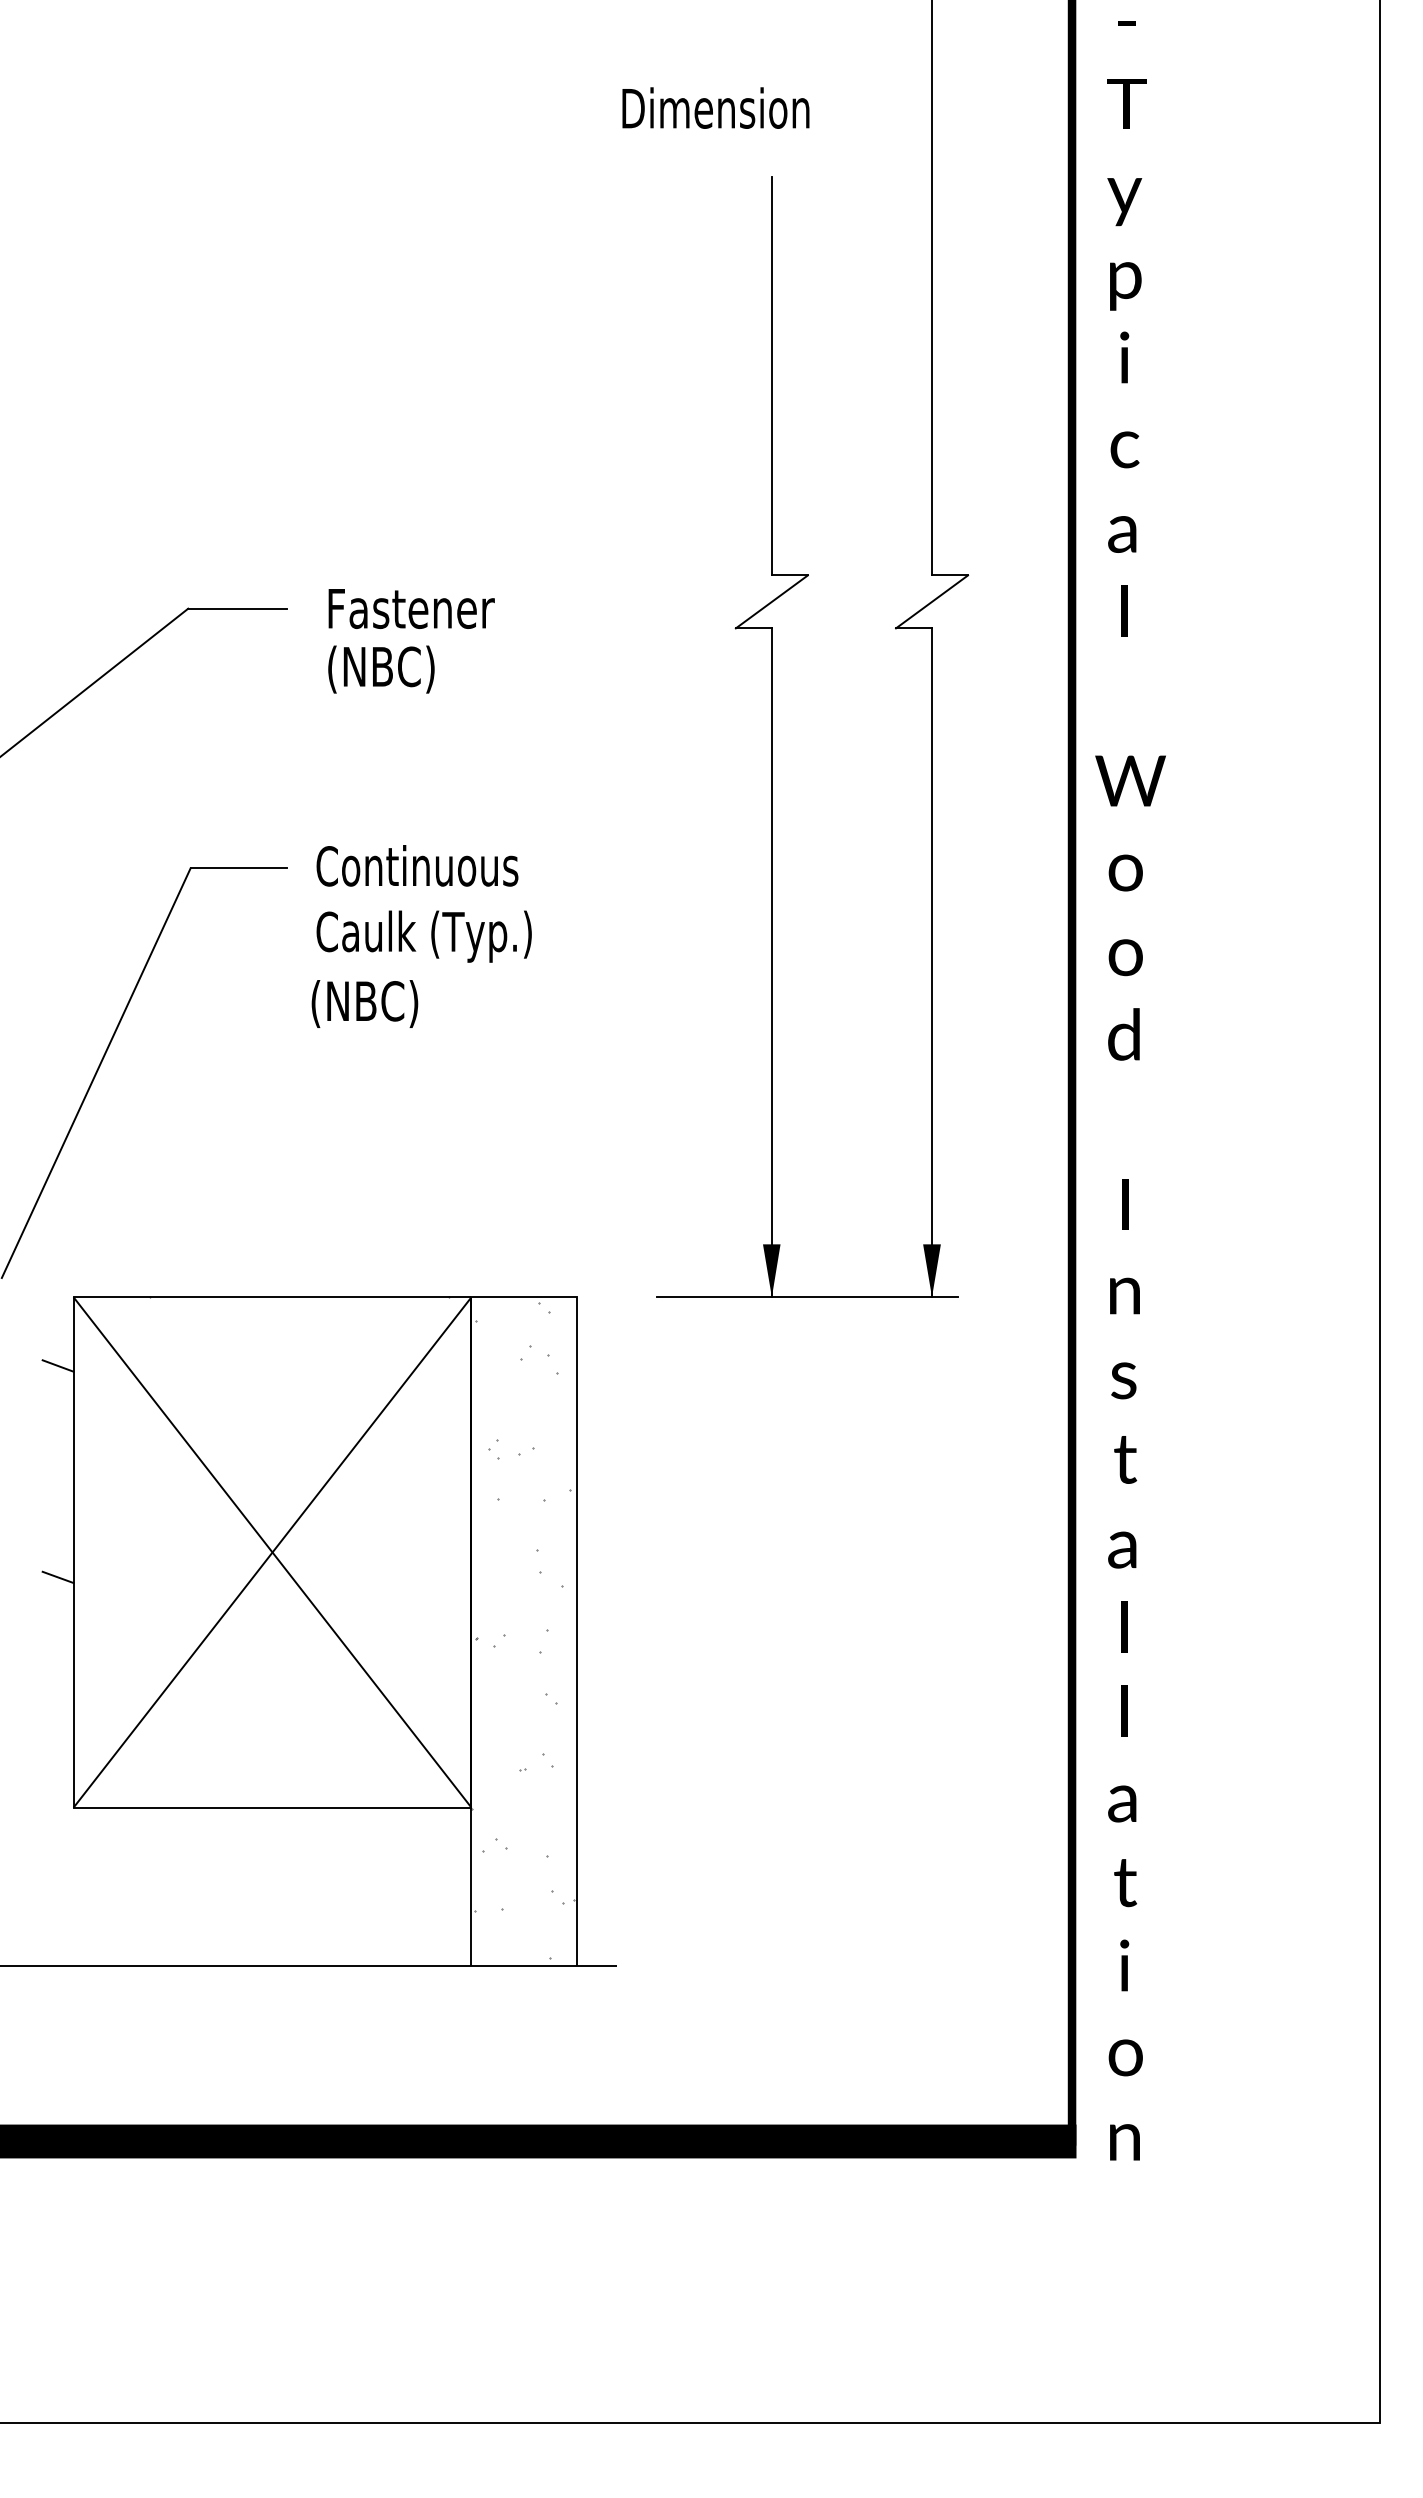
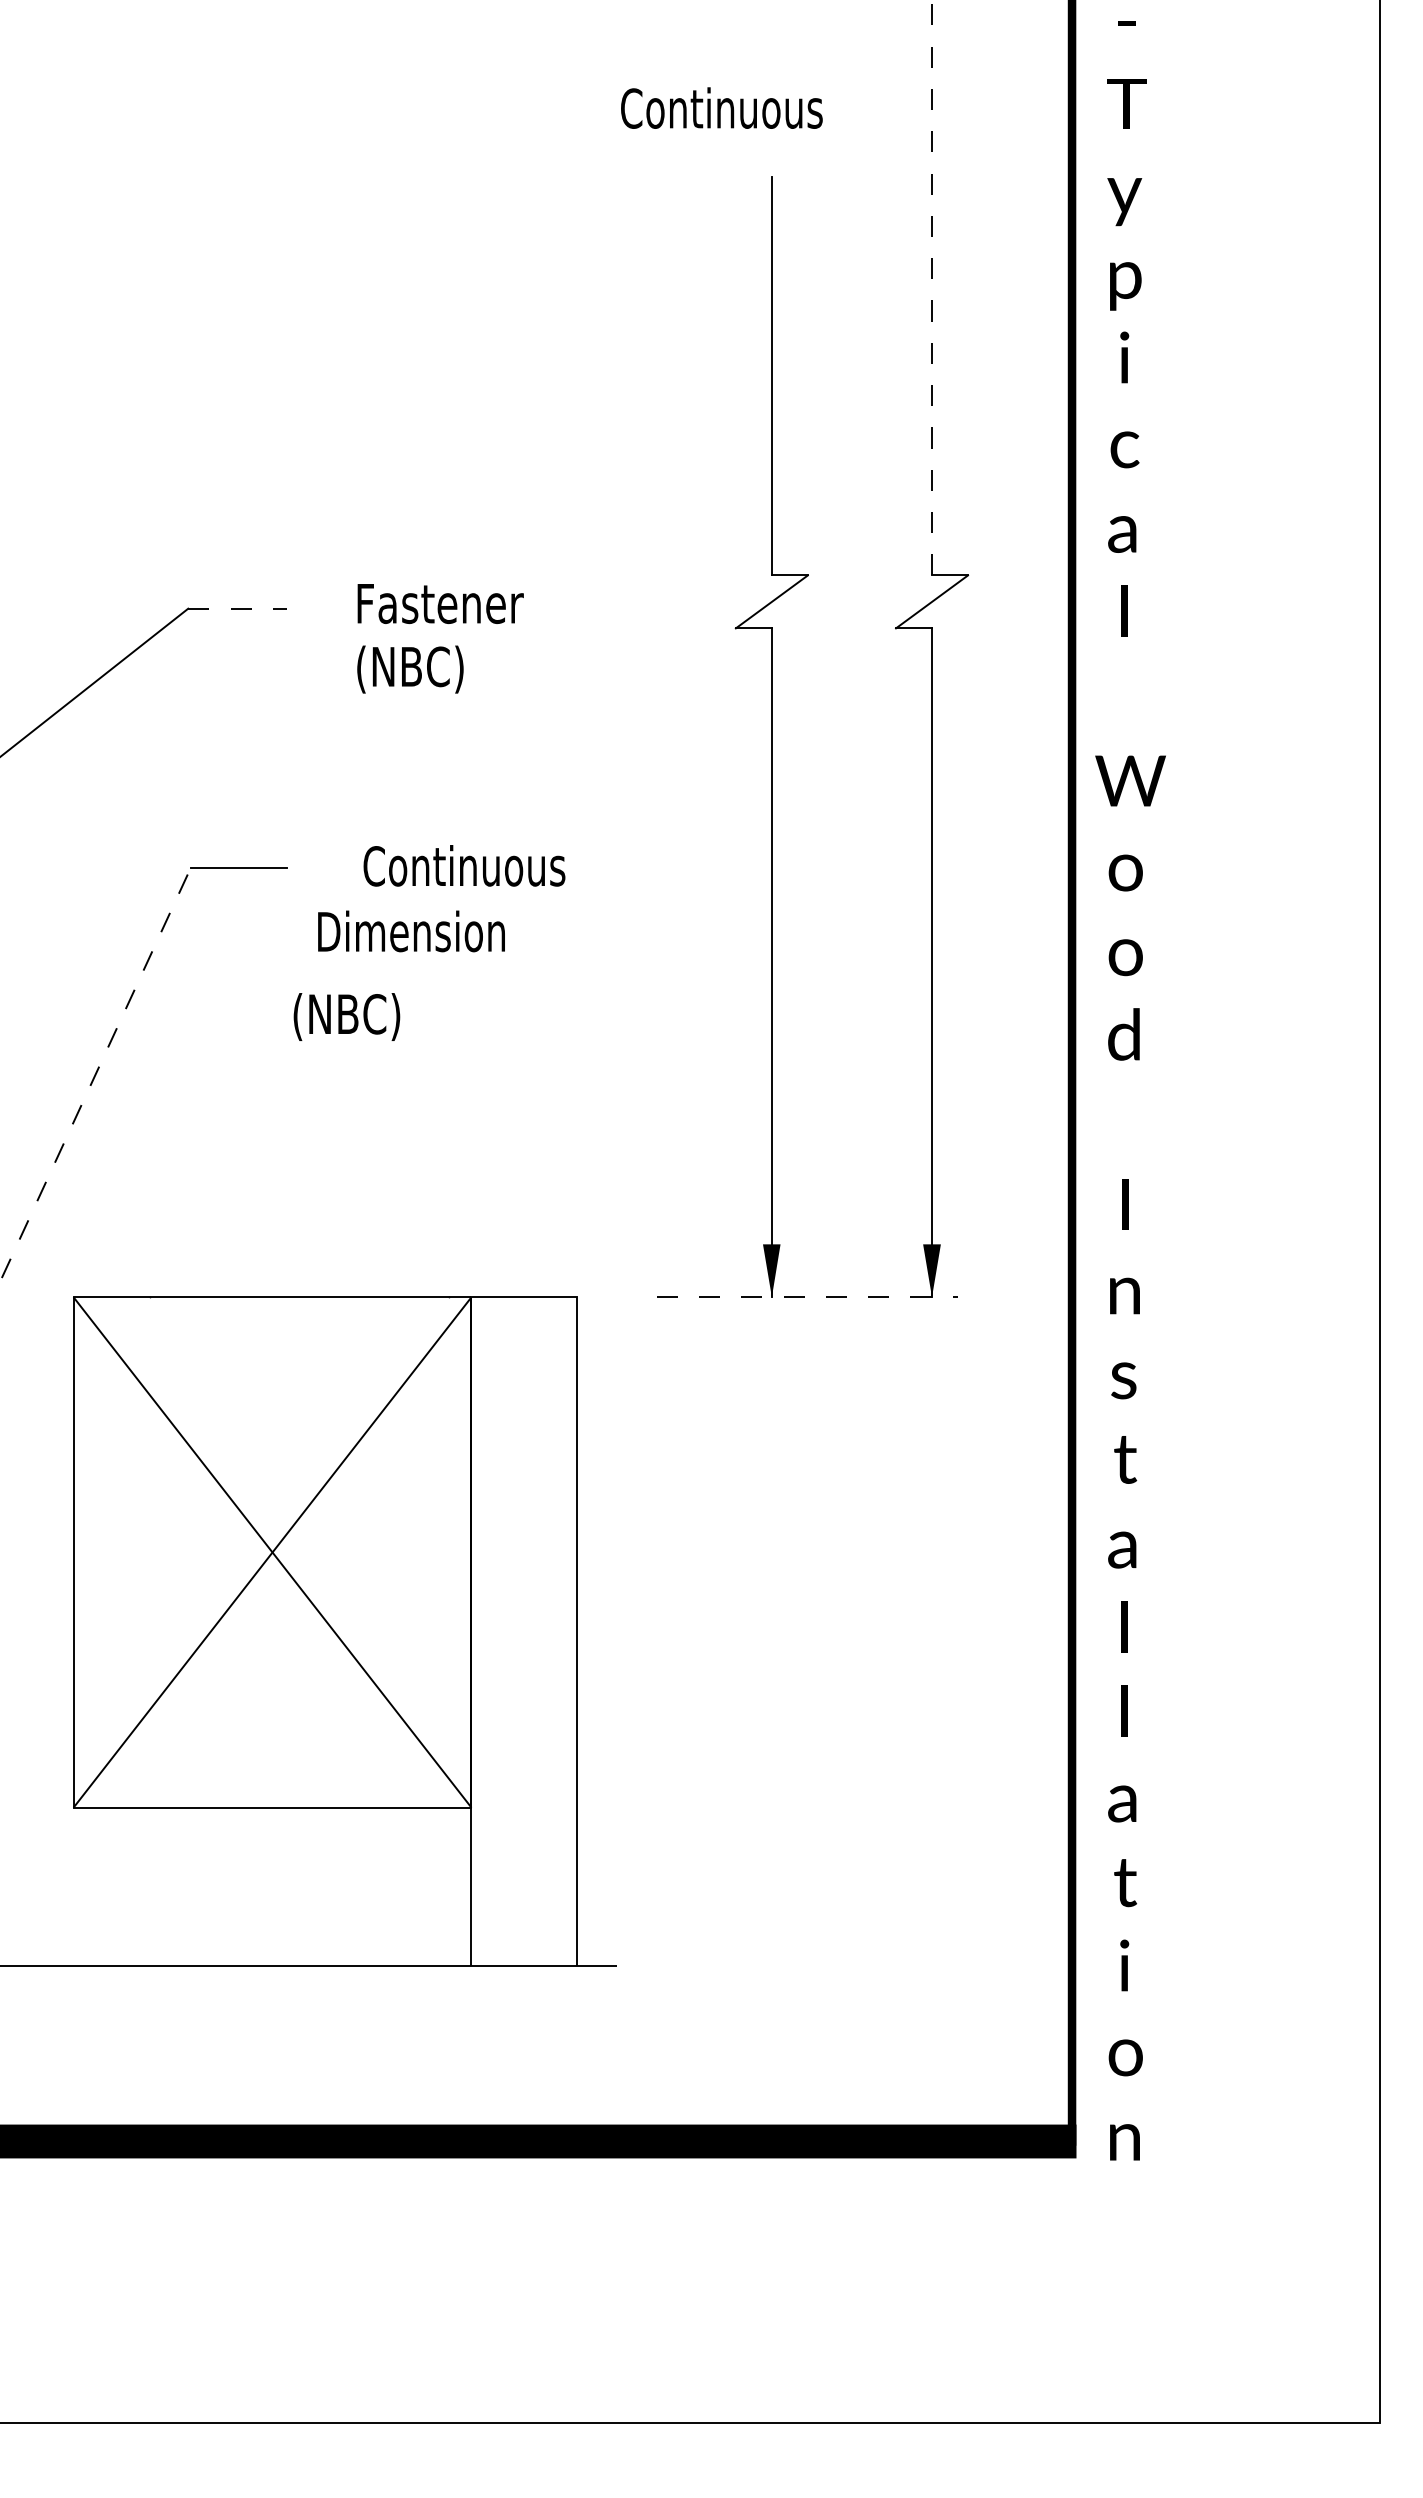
text at (721, 107): Dimension -> Continuous
line at (932, 287): solid -> dashed
line at (238, 608): solid -> dashed
text at (411, 608) position: (411, 608) -> (440, 603)
text at (381, 669) position: (381, 669) -> (410, 669)
text at (417, 865) position: (417, 865) -> (464, 865)
text at (423, 936): Caulk (Typ.) -> Dimension
text at (364, 1003) position: (364, 1003) -> (346, 1016)
line at (96, 1072): solid -> dashed
line at (807, 1297): solid -> dashed
line at (57, 1365): present -> none
line at (57, 1577): present -> none
hatch at (522, 1629): present -> none
